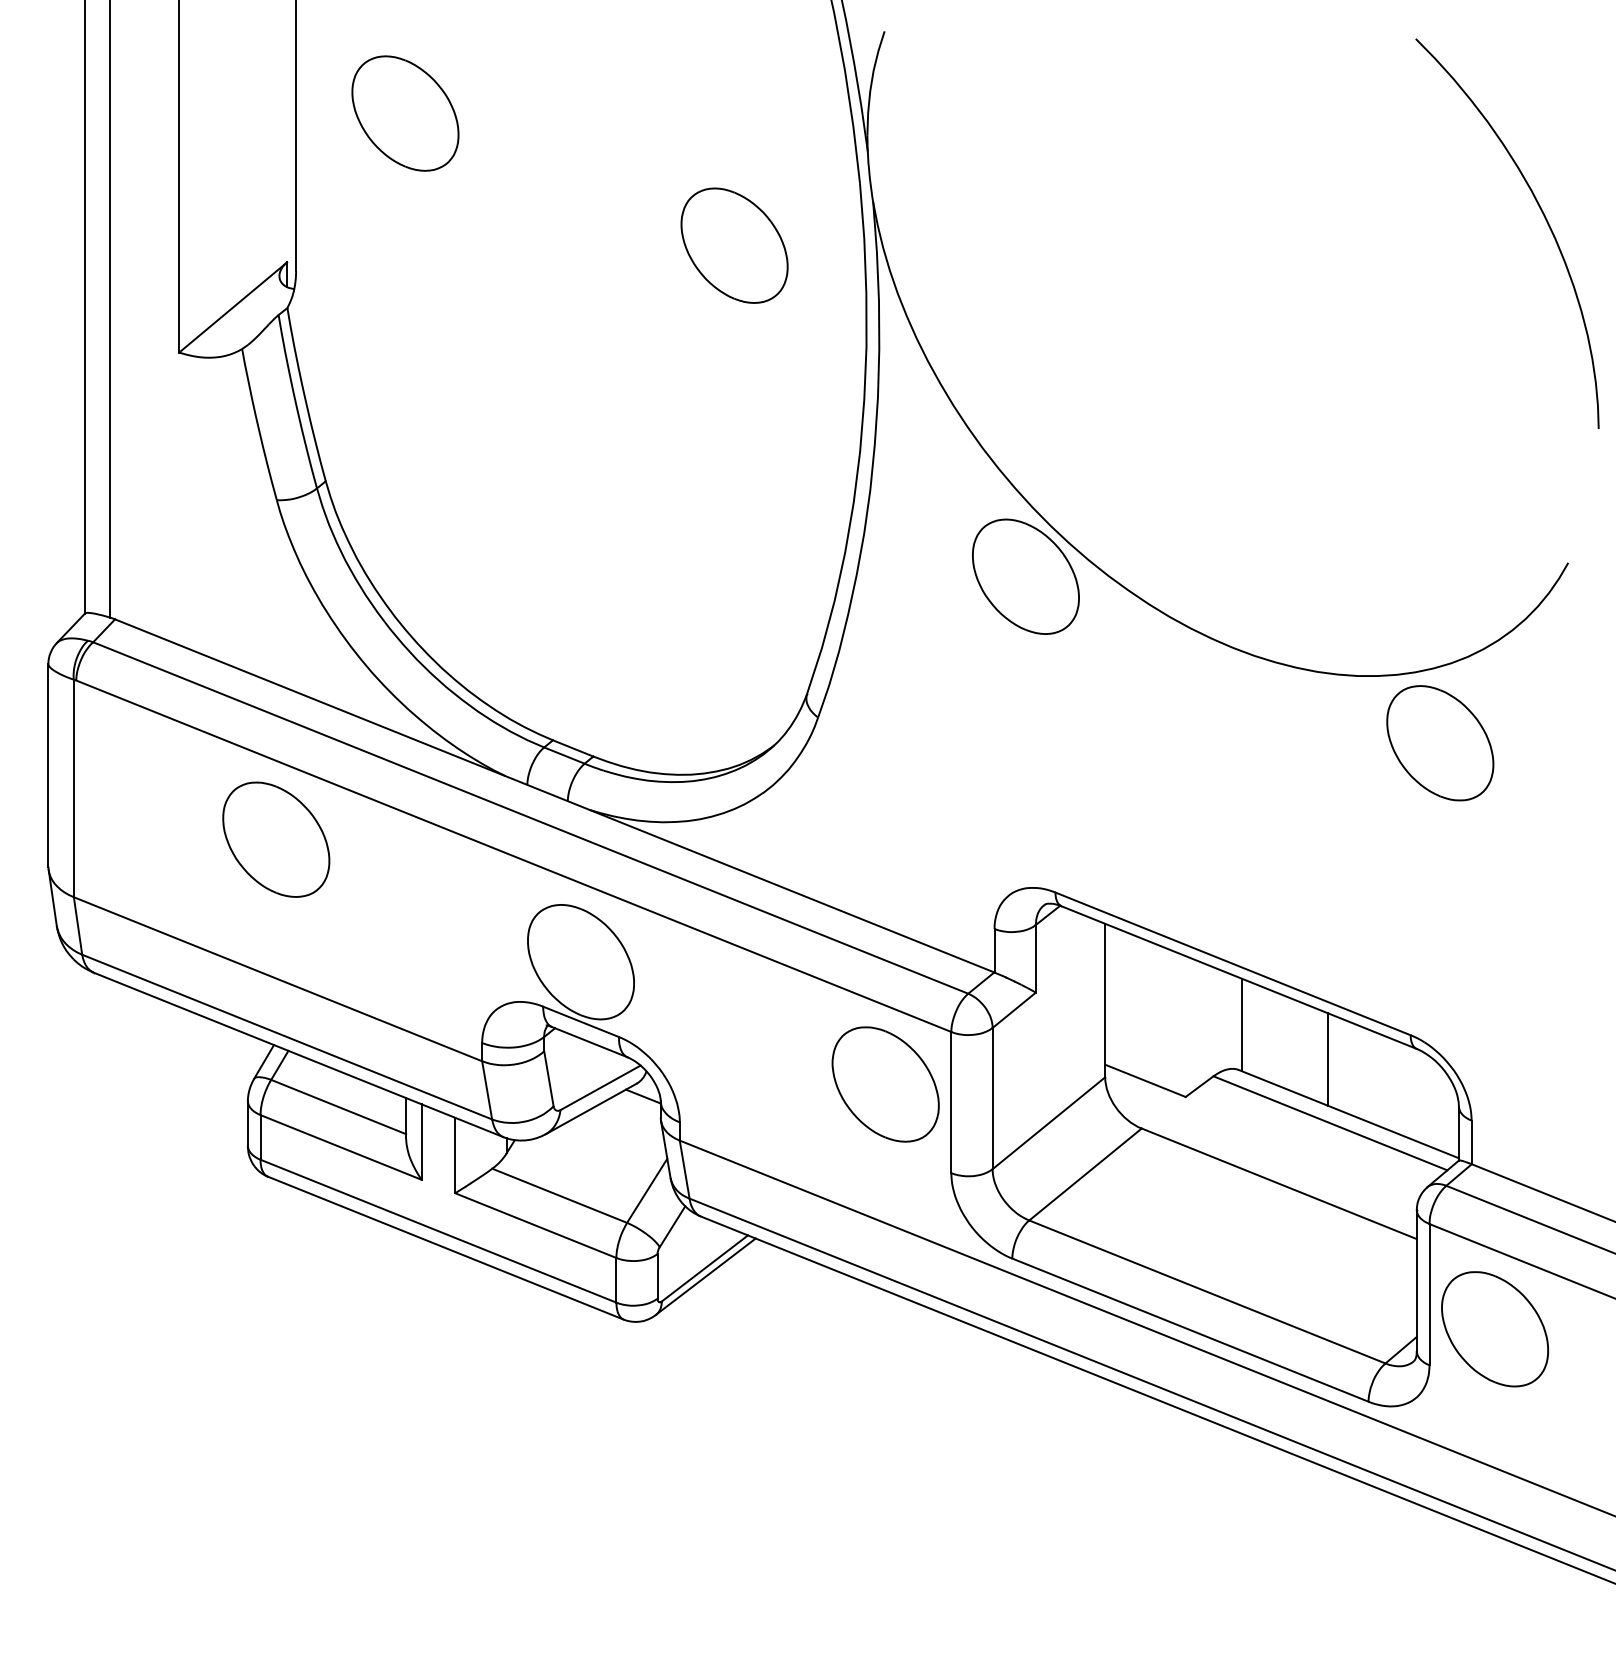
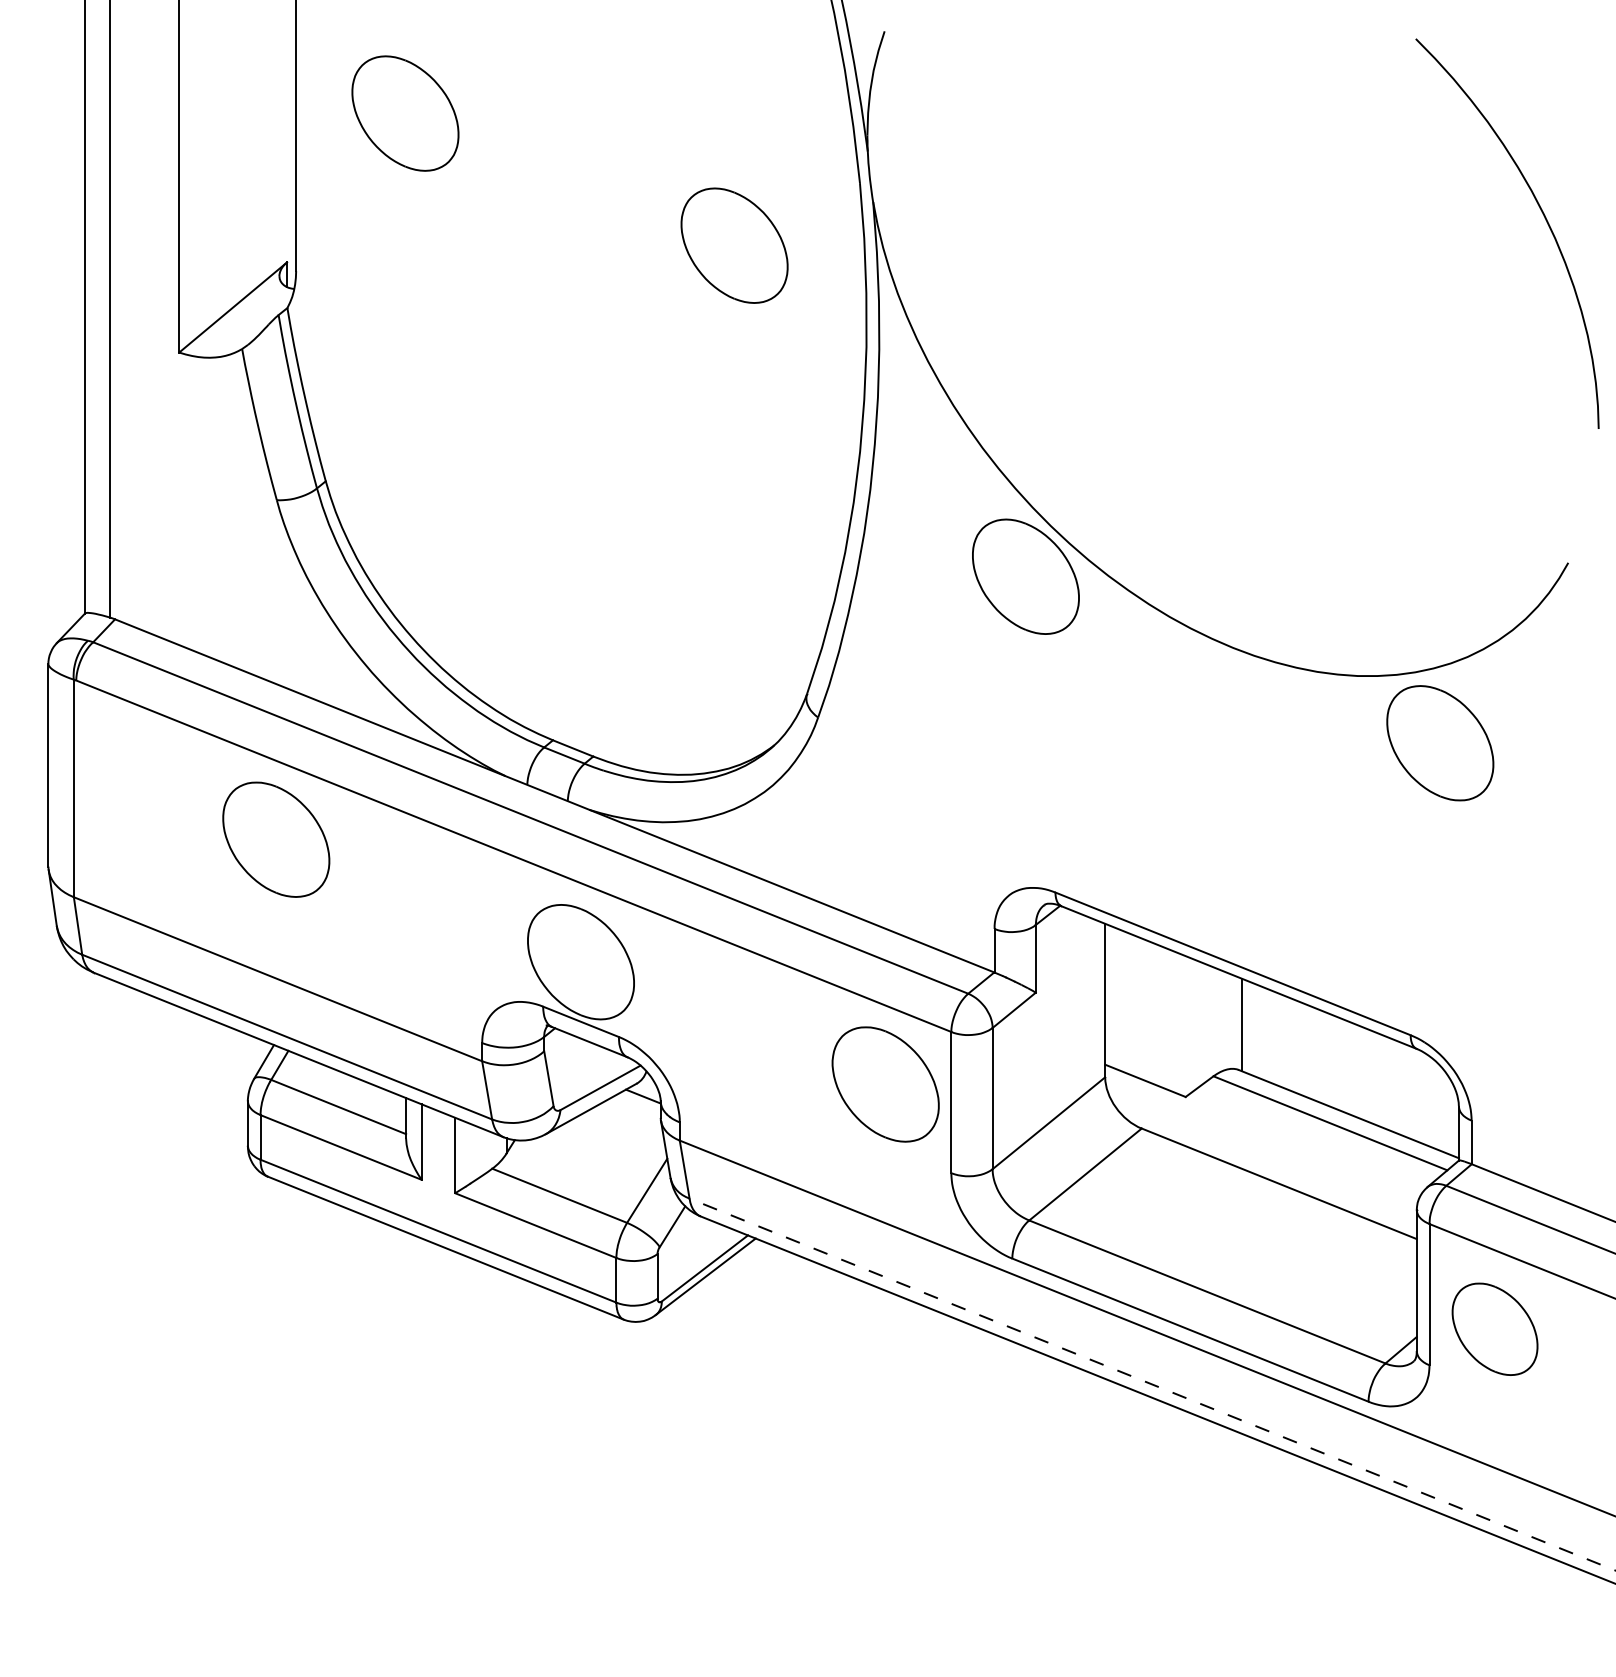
line at (1328, 1059): present -> none
part at (1494, 1329) size: 108x117 px -> 88x94 px
line at (1152, 1384): solid -> dashed
